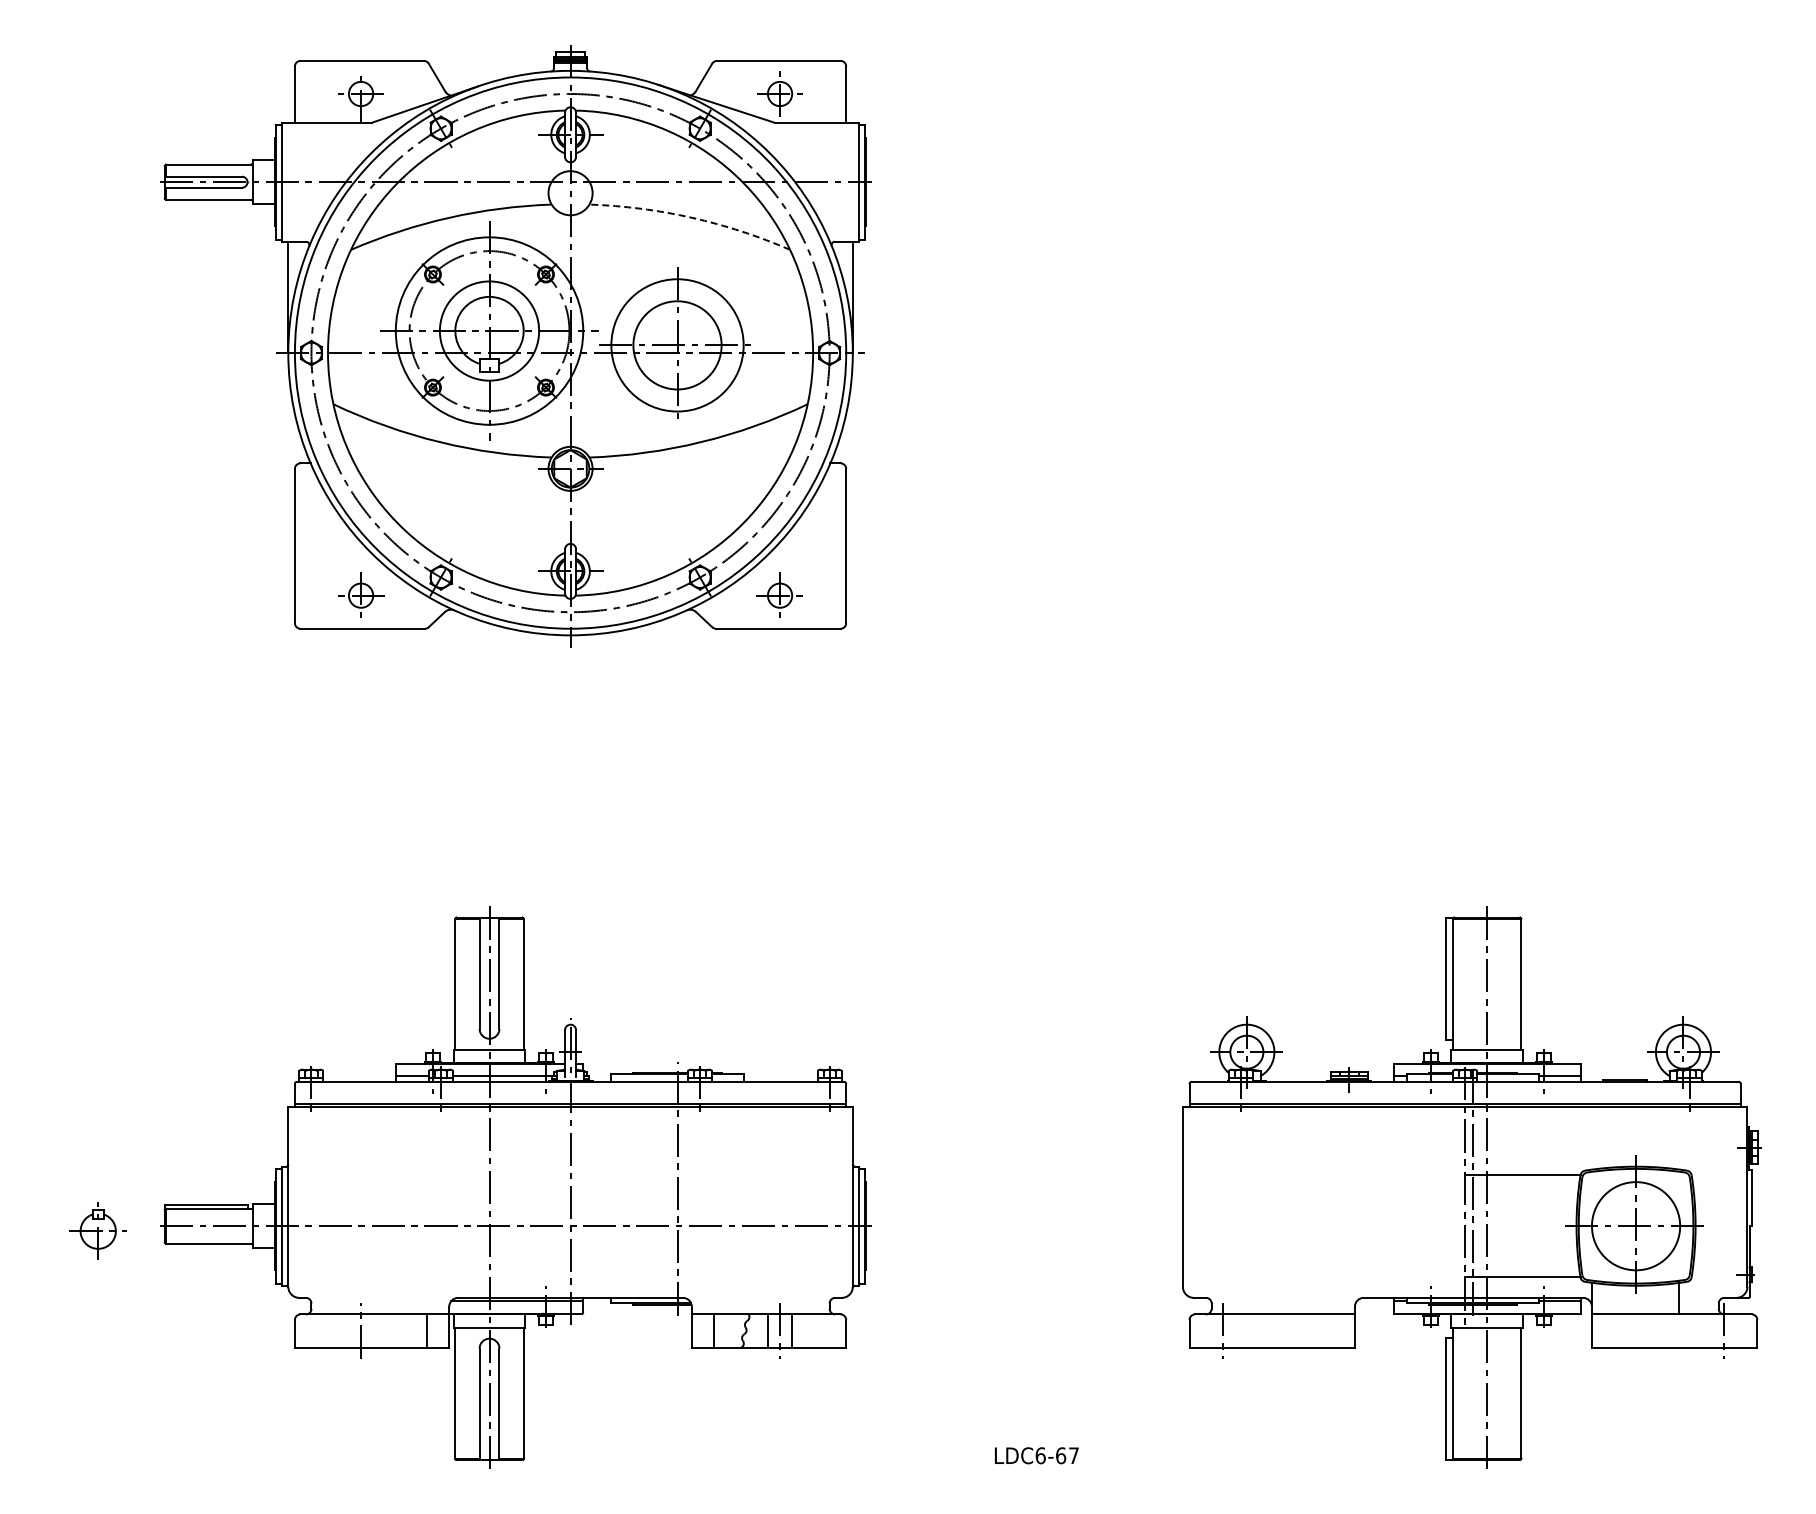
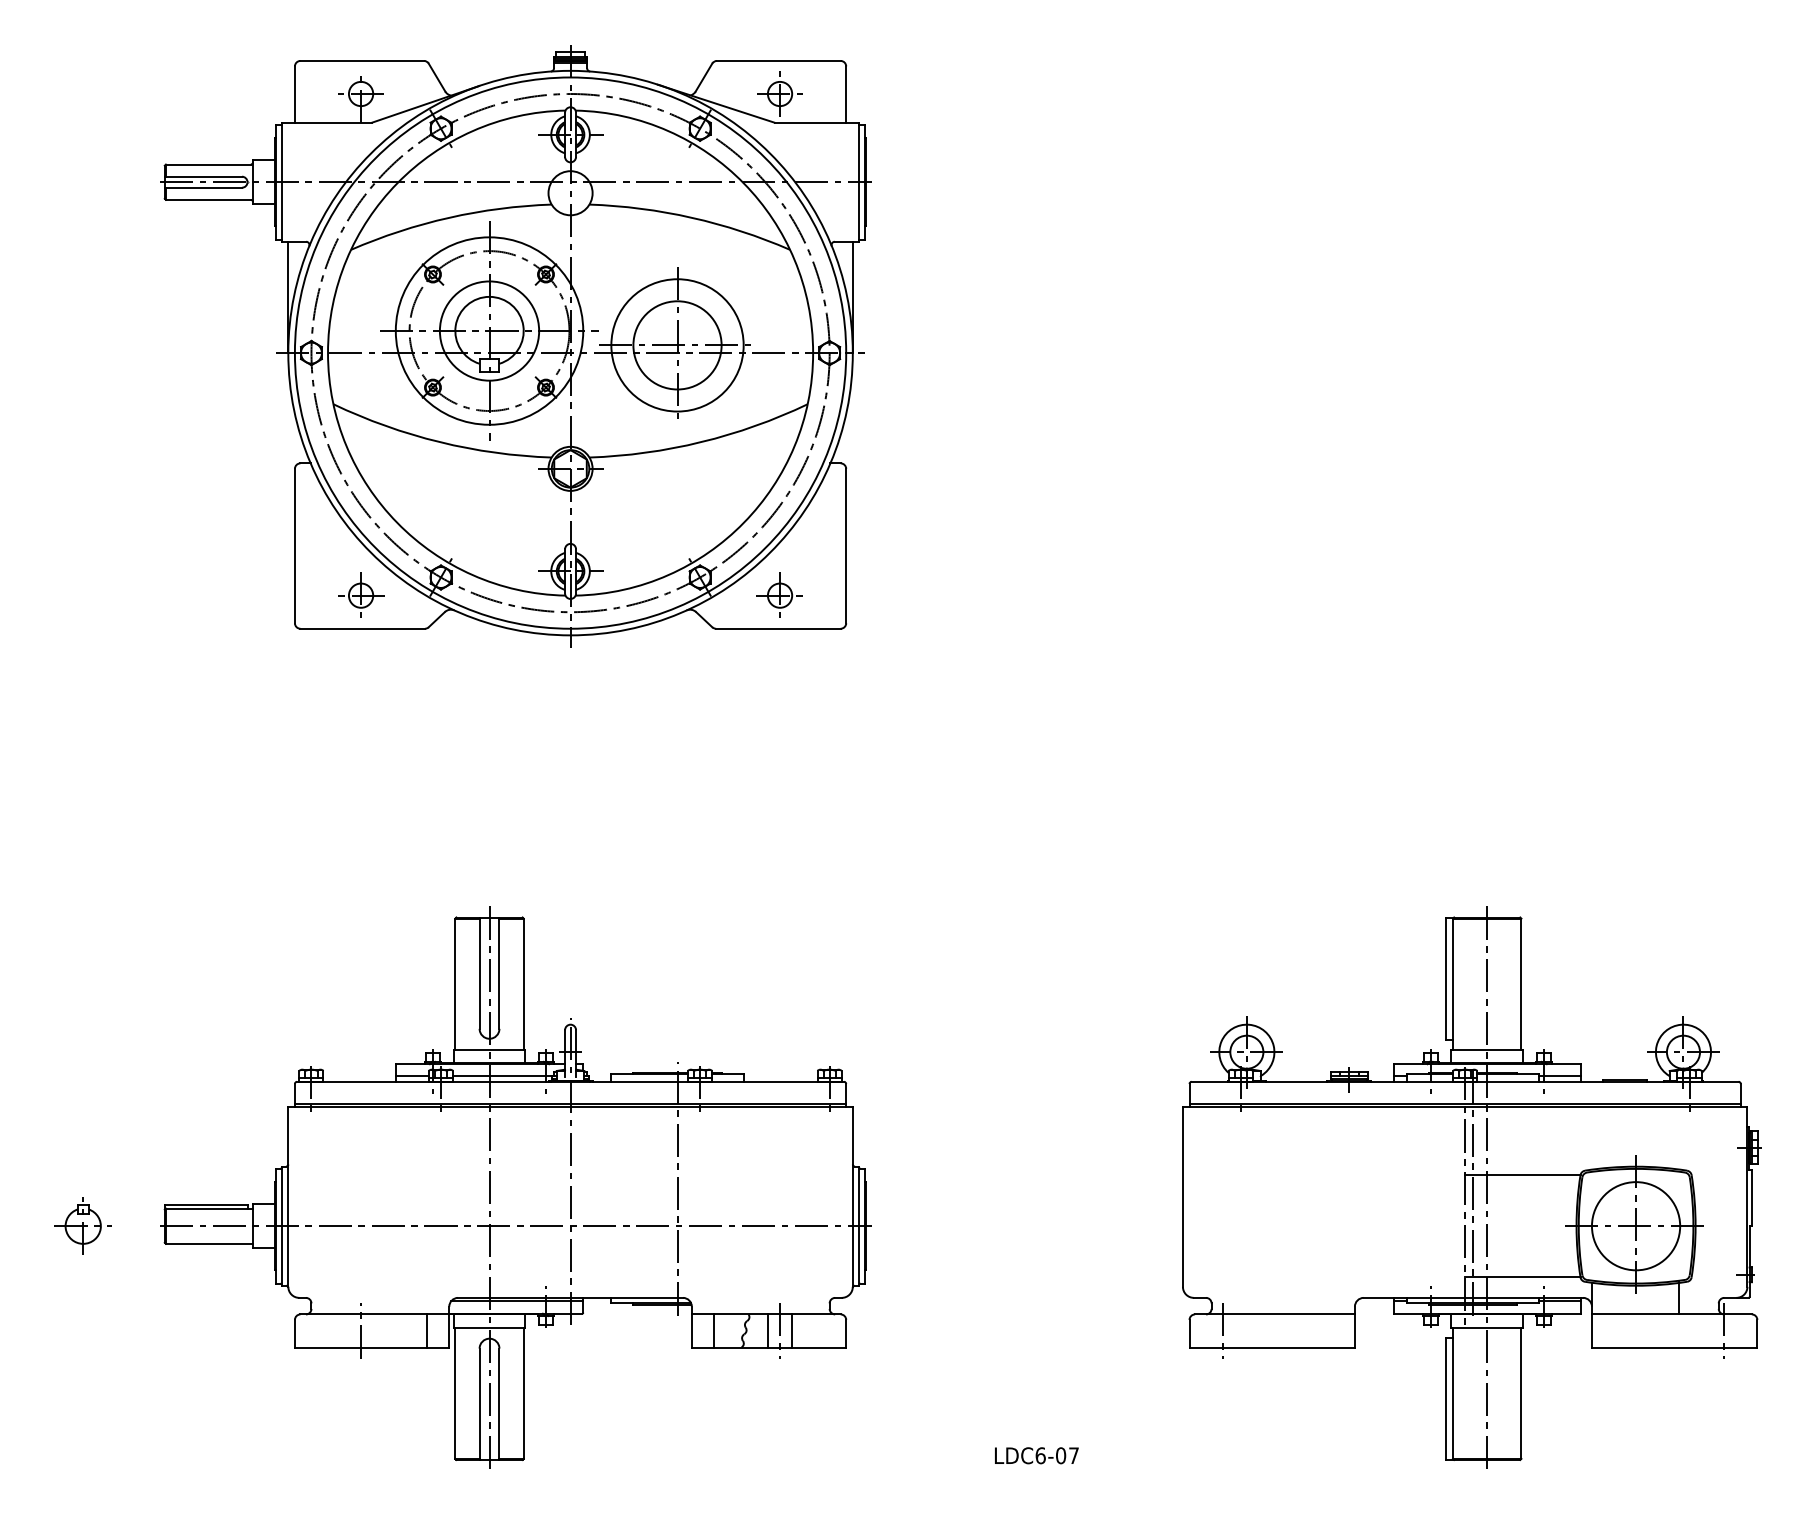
arc at (691, 217): dashed -> solid
part at (97, 1230) position: (97, 1230) -> (82, 1225)
text at (1061, 1455): LDC6-67 -> LDC6-07
